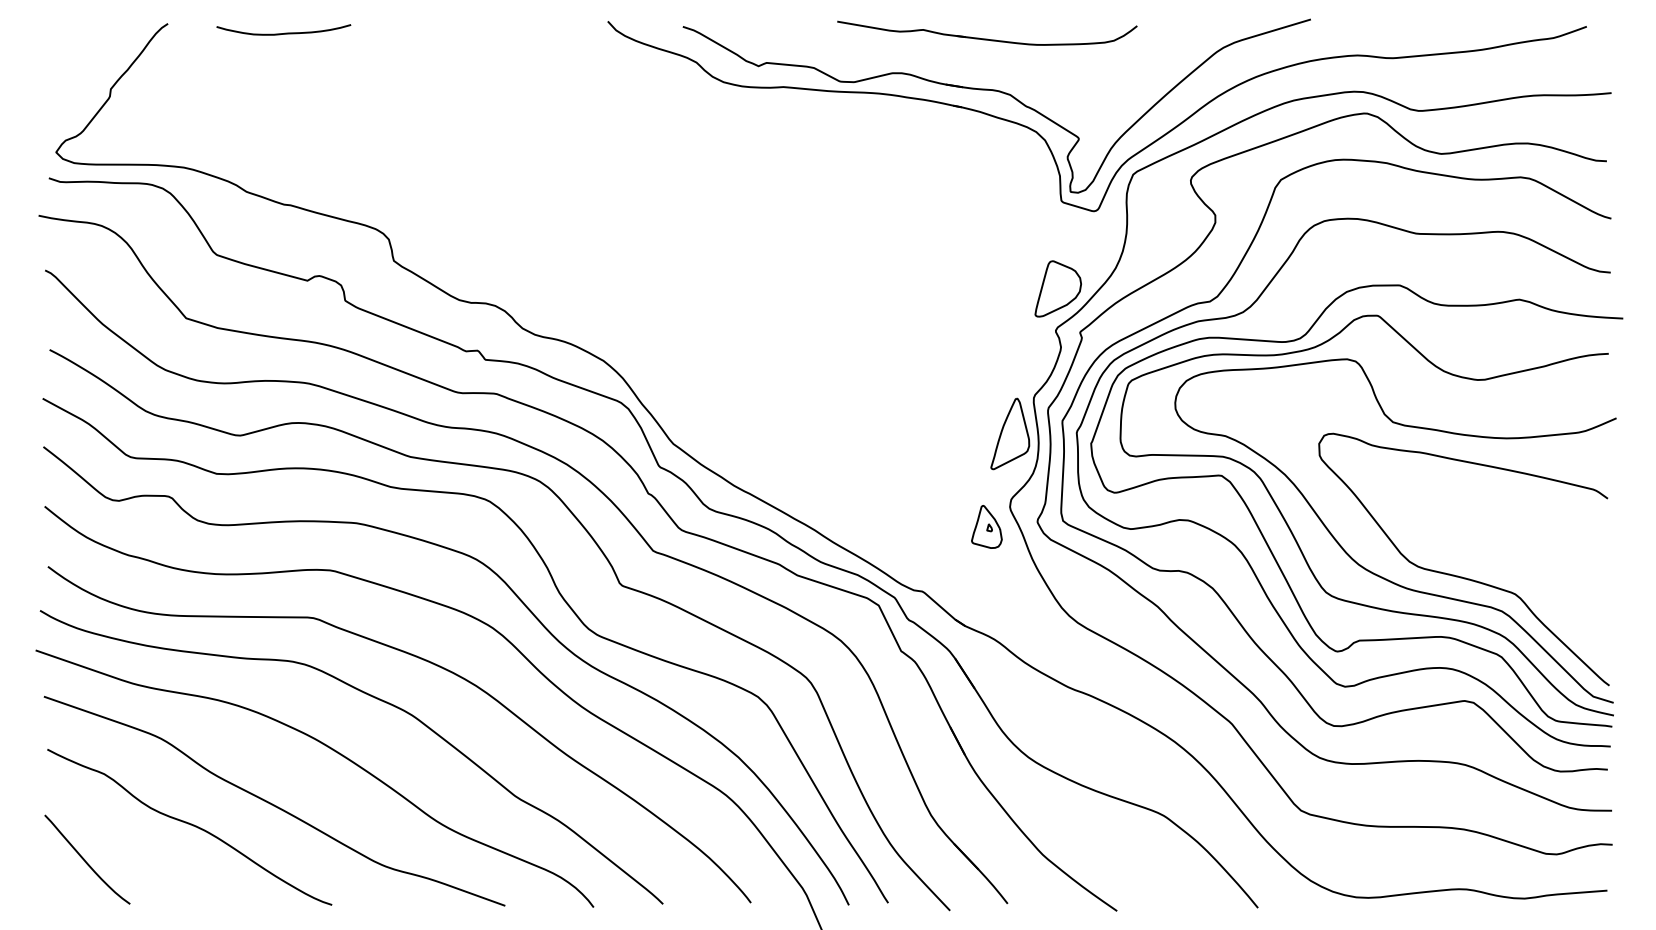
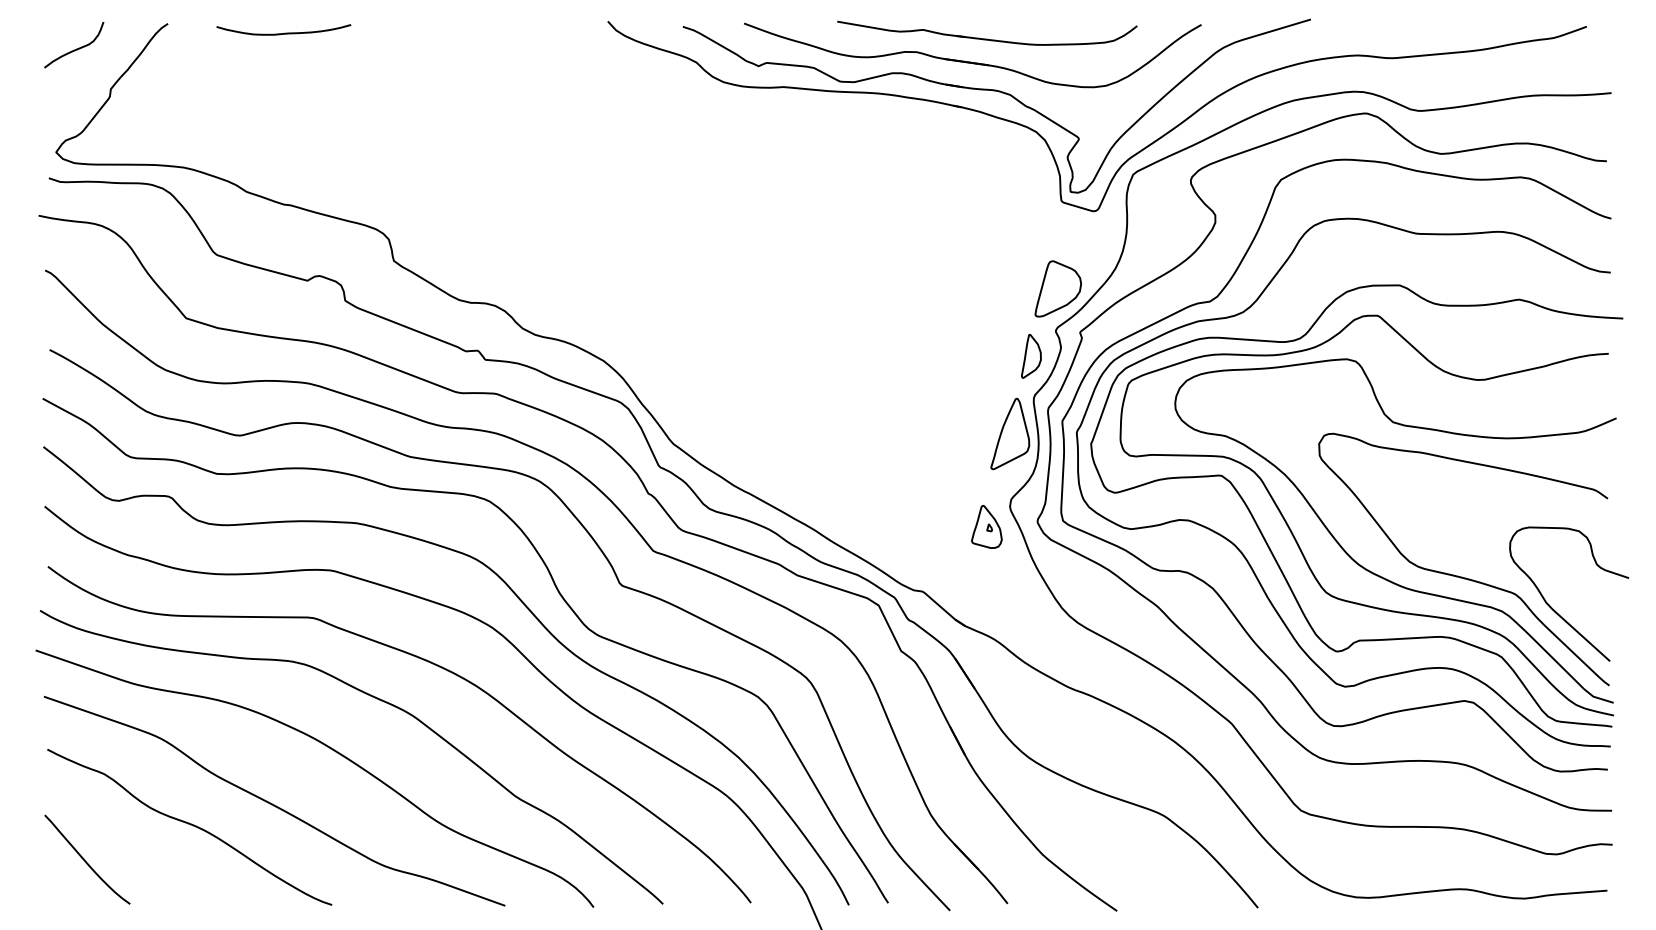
curve at (76, 48): none -> present
part at (971, 61): none -> present
part at (1031, 355): none -> present
curve at (1553, 608): none -> present
